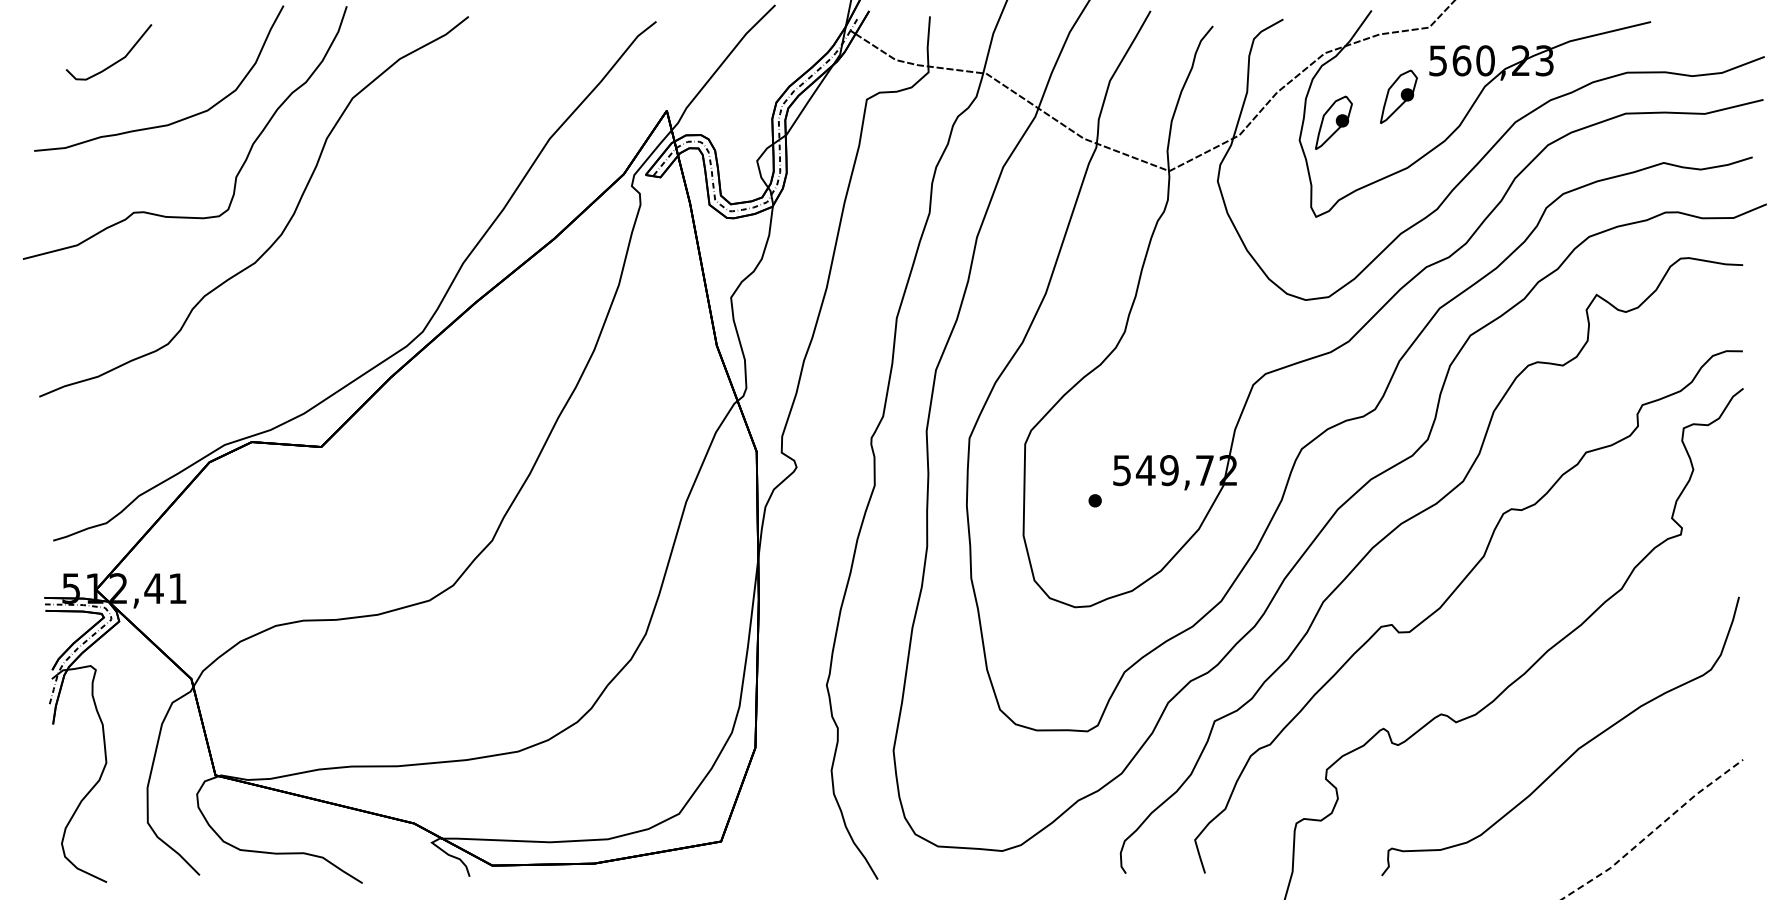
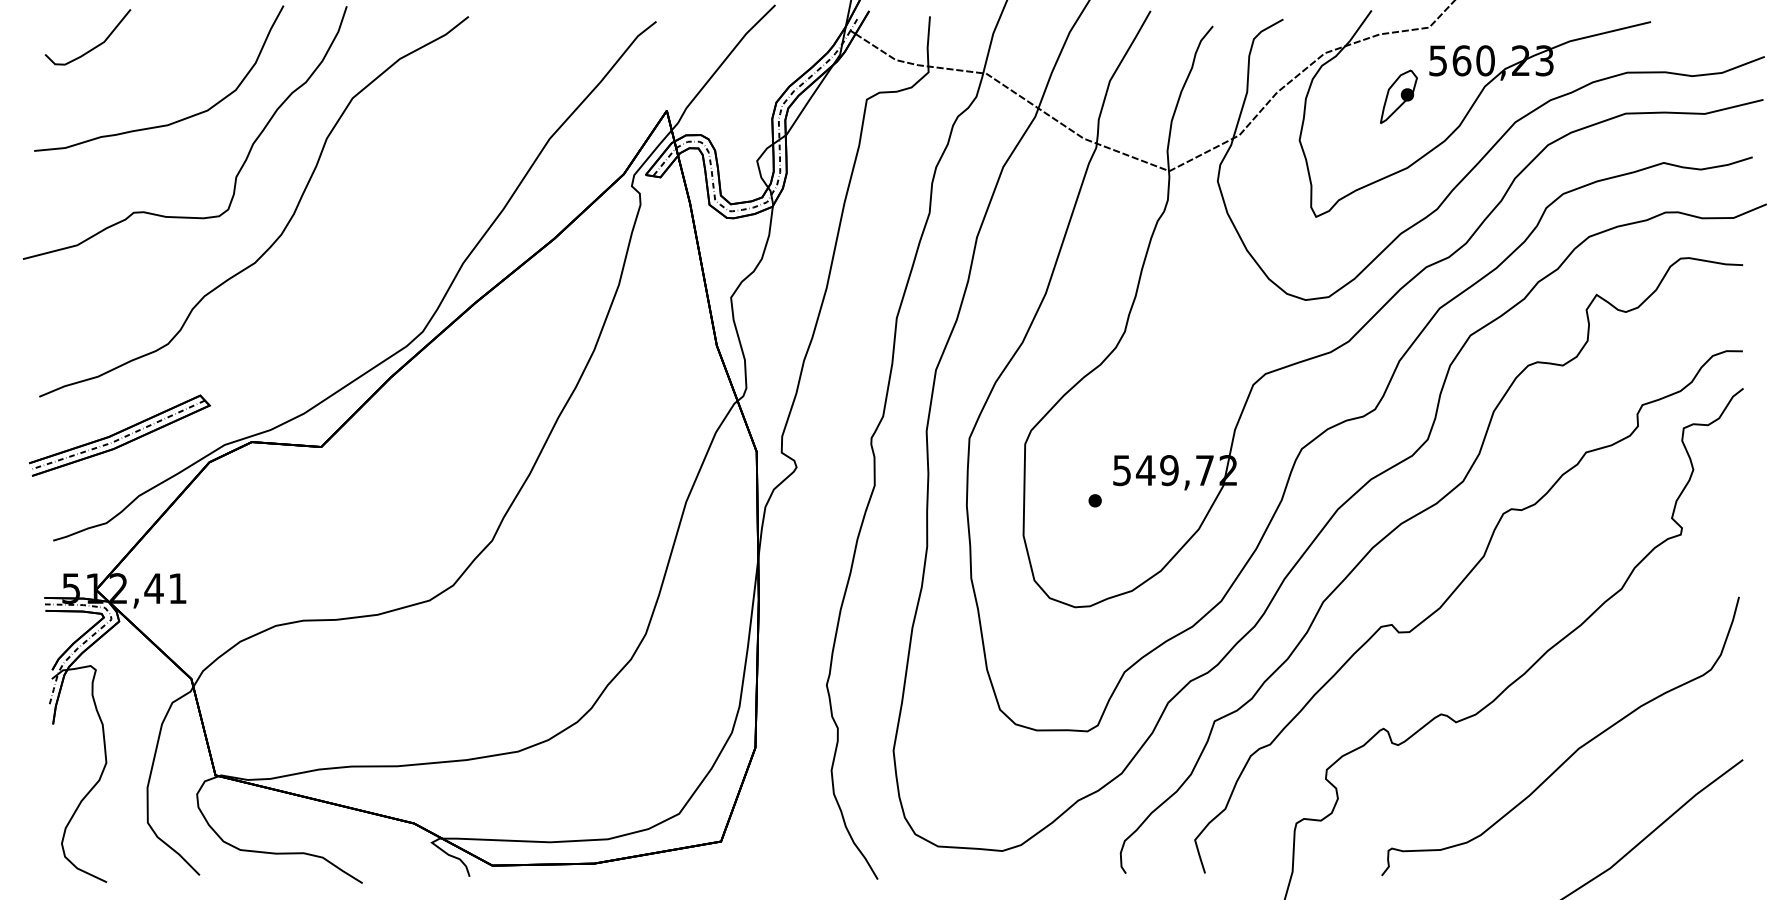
curve at (114, 62) position: (114, 62) -> (93, 47)
part at (1333, 122): present -> none
part at (120, 435): none -> present
line at (1654, 830): dashed -> solid
